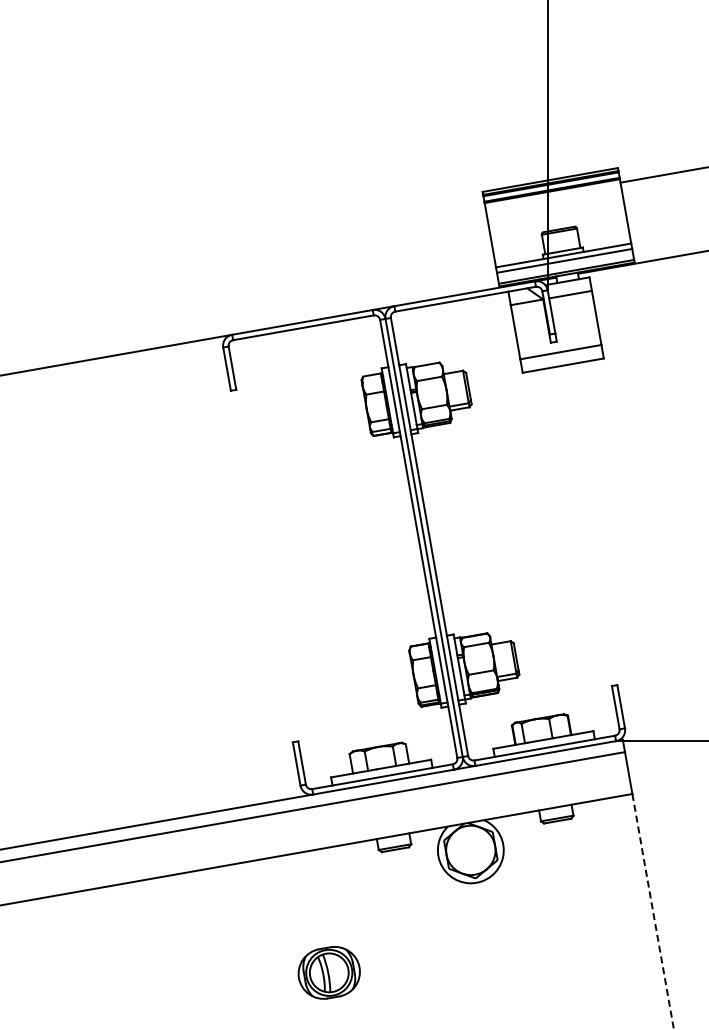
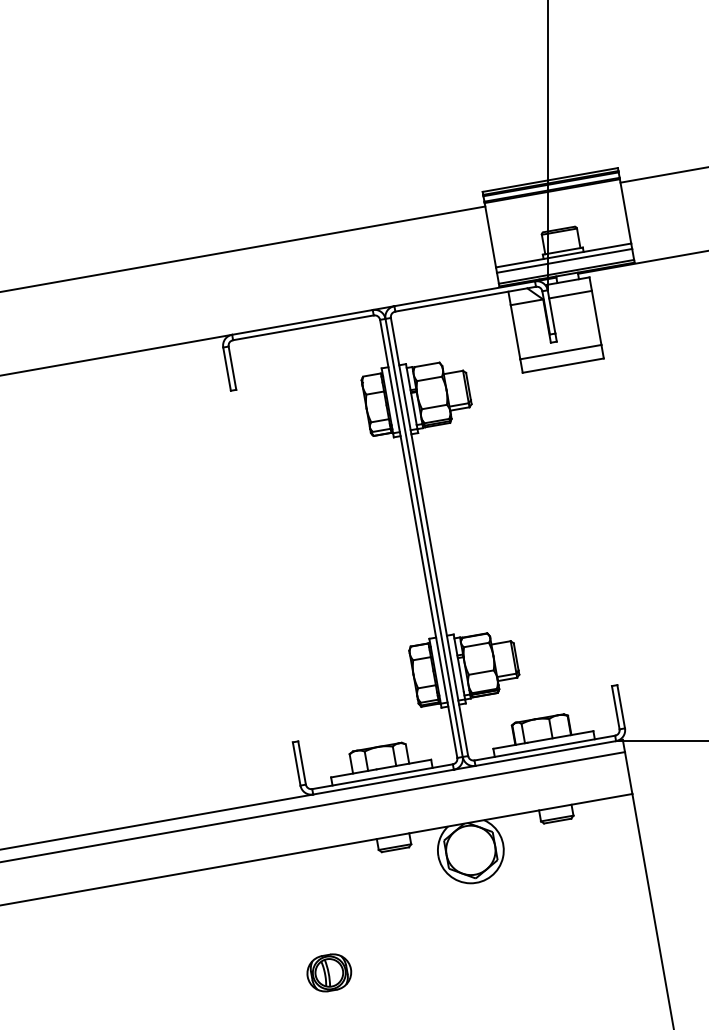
line at (243, 248): none -> present
line at (653, 911): dashed -> solid
part at (328, 972) size: 64x54 px -> 47x40 px
